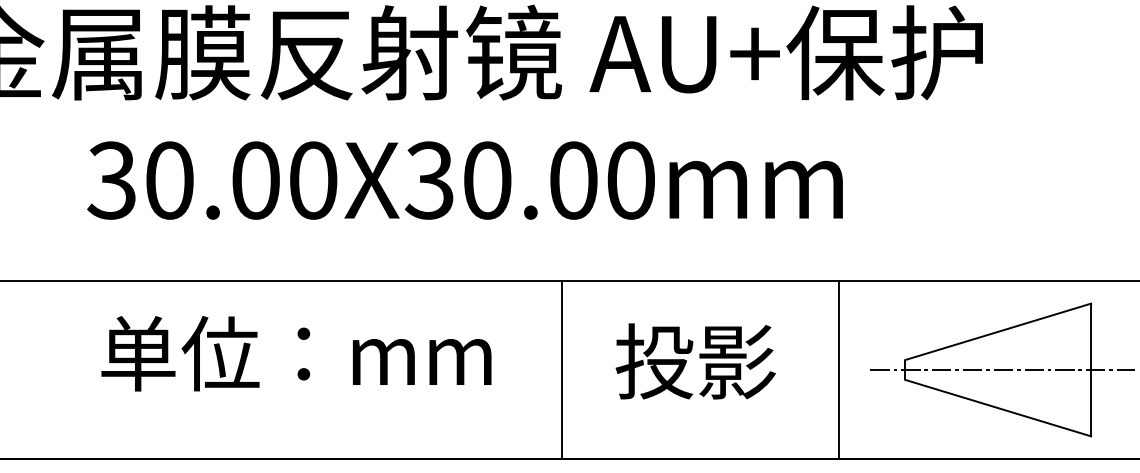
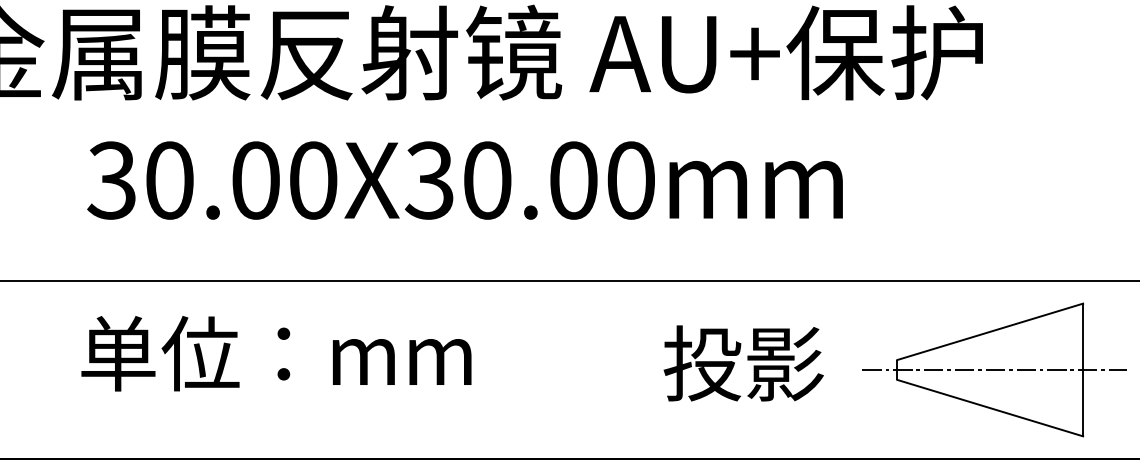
text at (296, 353) position: (296, 353) -> (276, 353)
text at (695, 361) position: (695, 361) -> (743, 363)
line at (561, 369): present -> none
line at (839, 369): present -> none
part at (1002, 369) position: (1002, 369) -> (994, 369)
